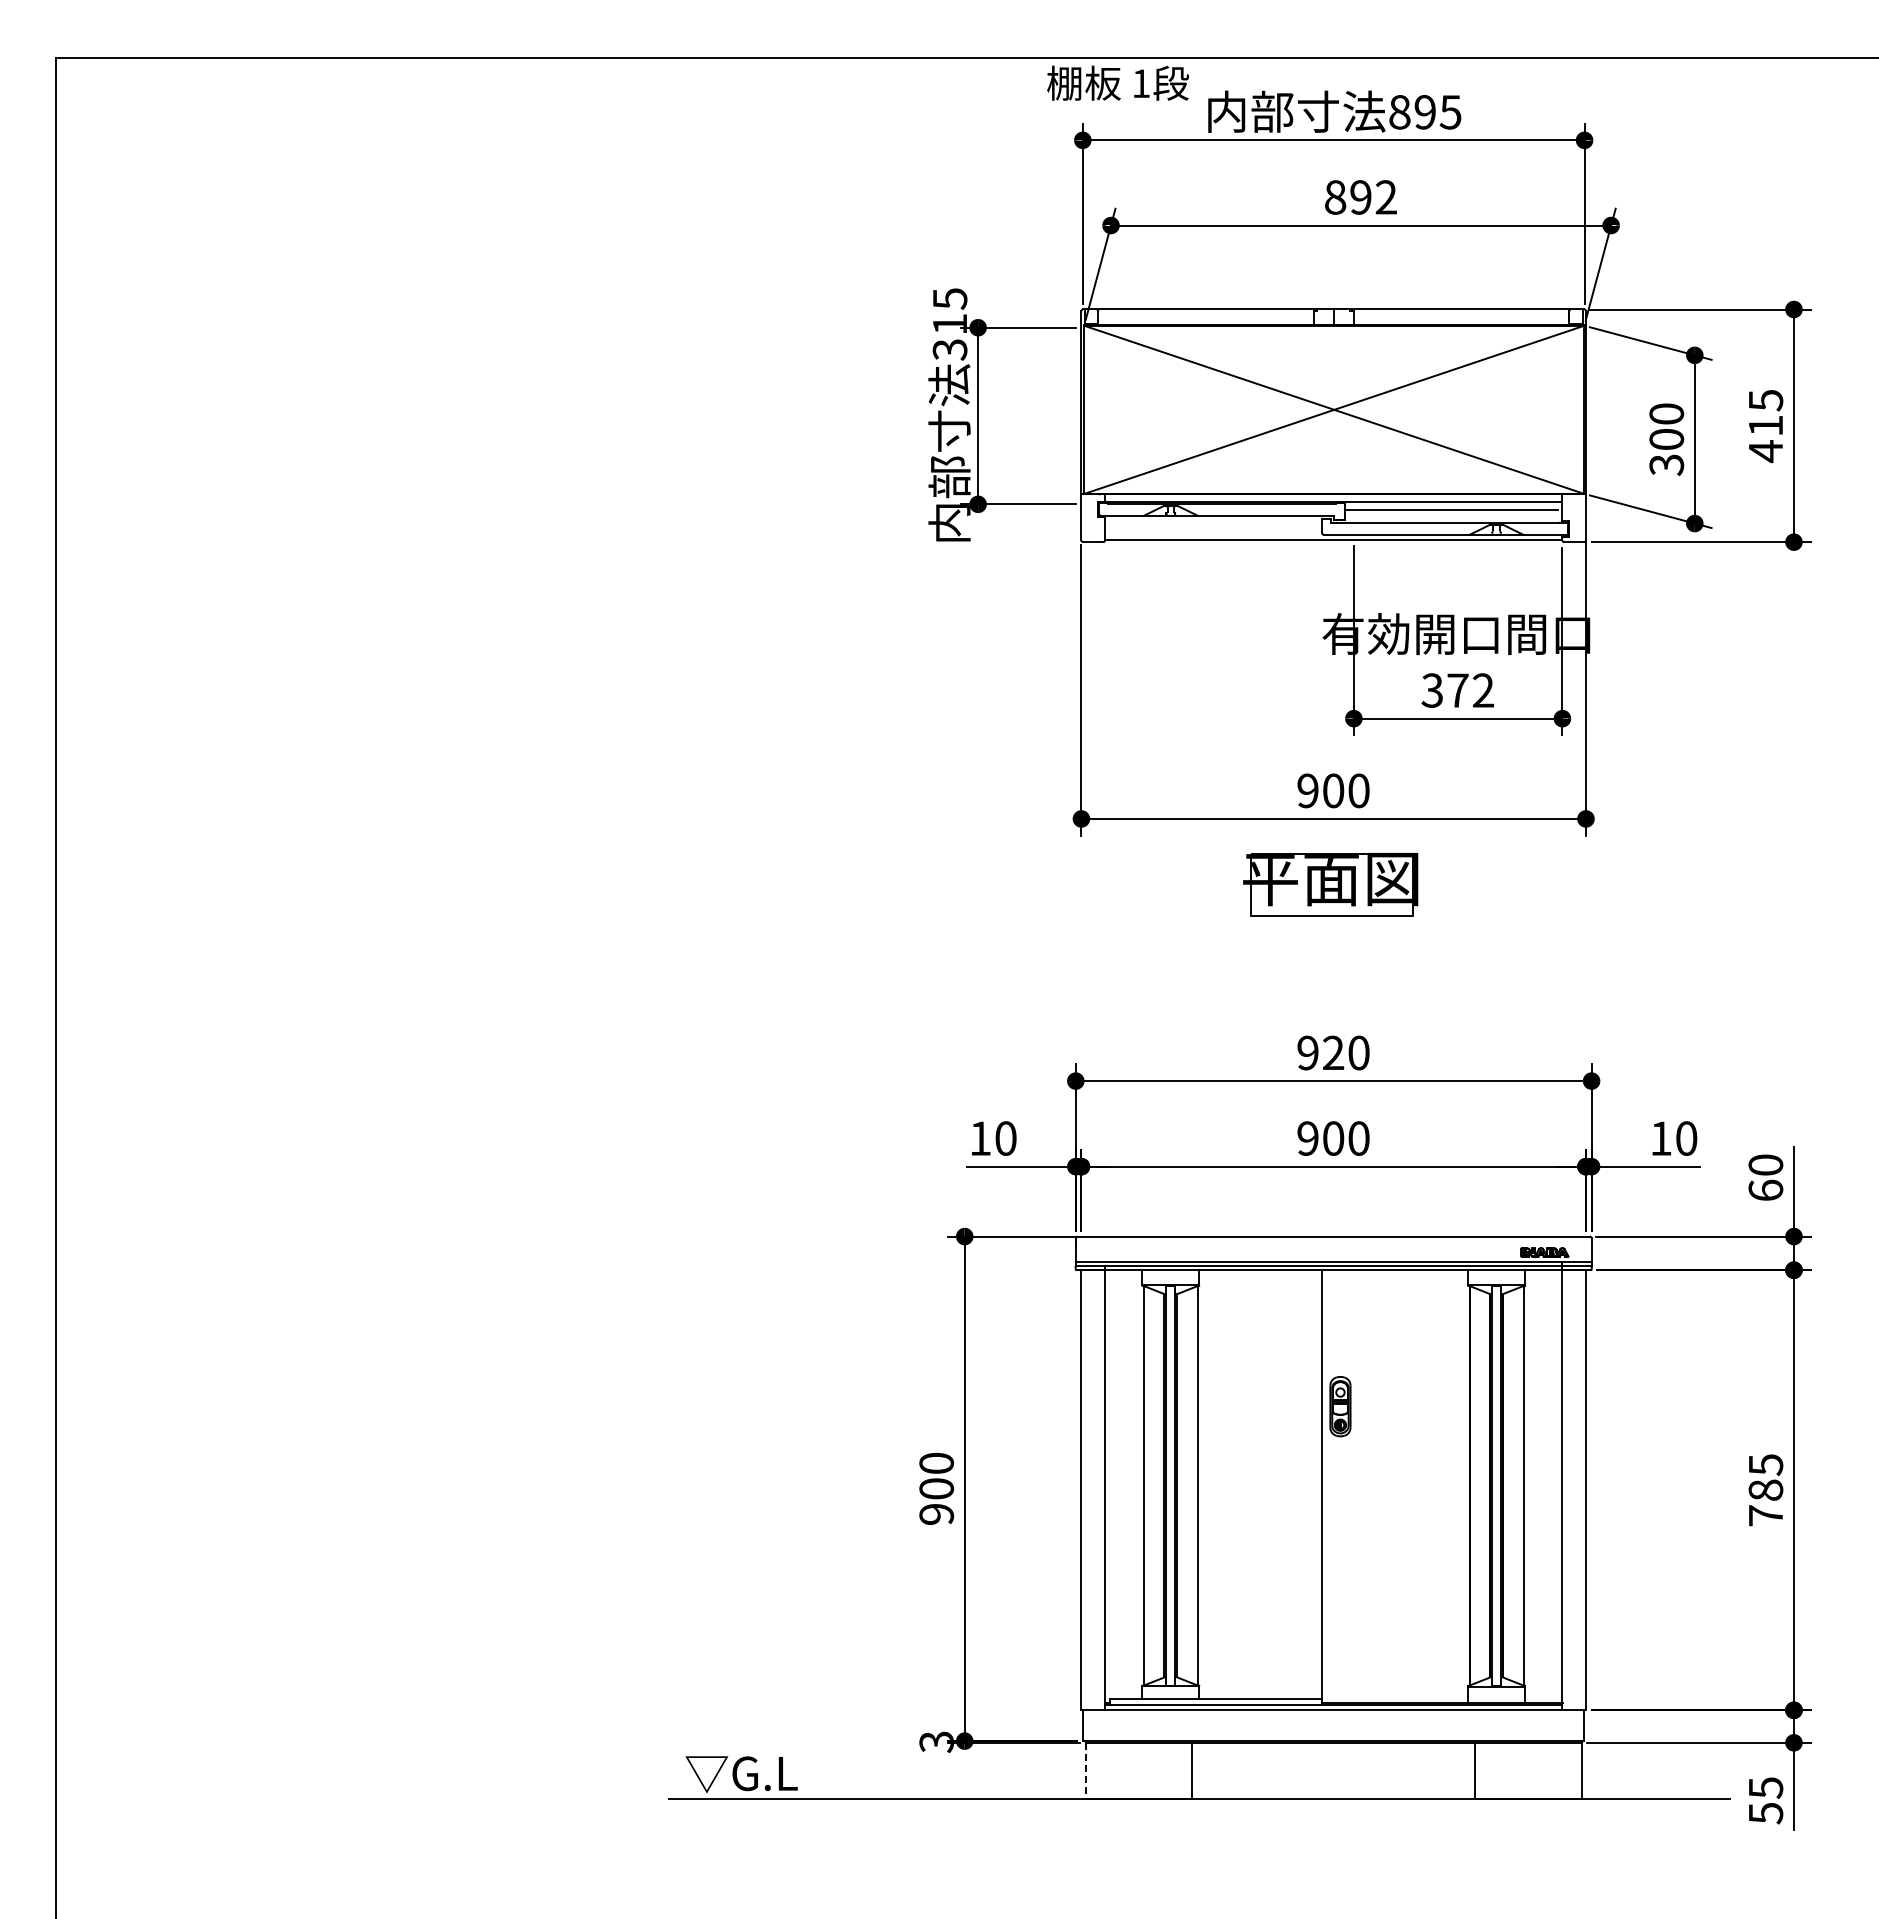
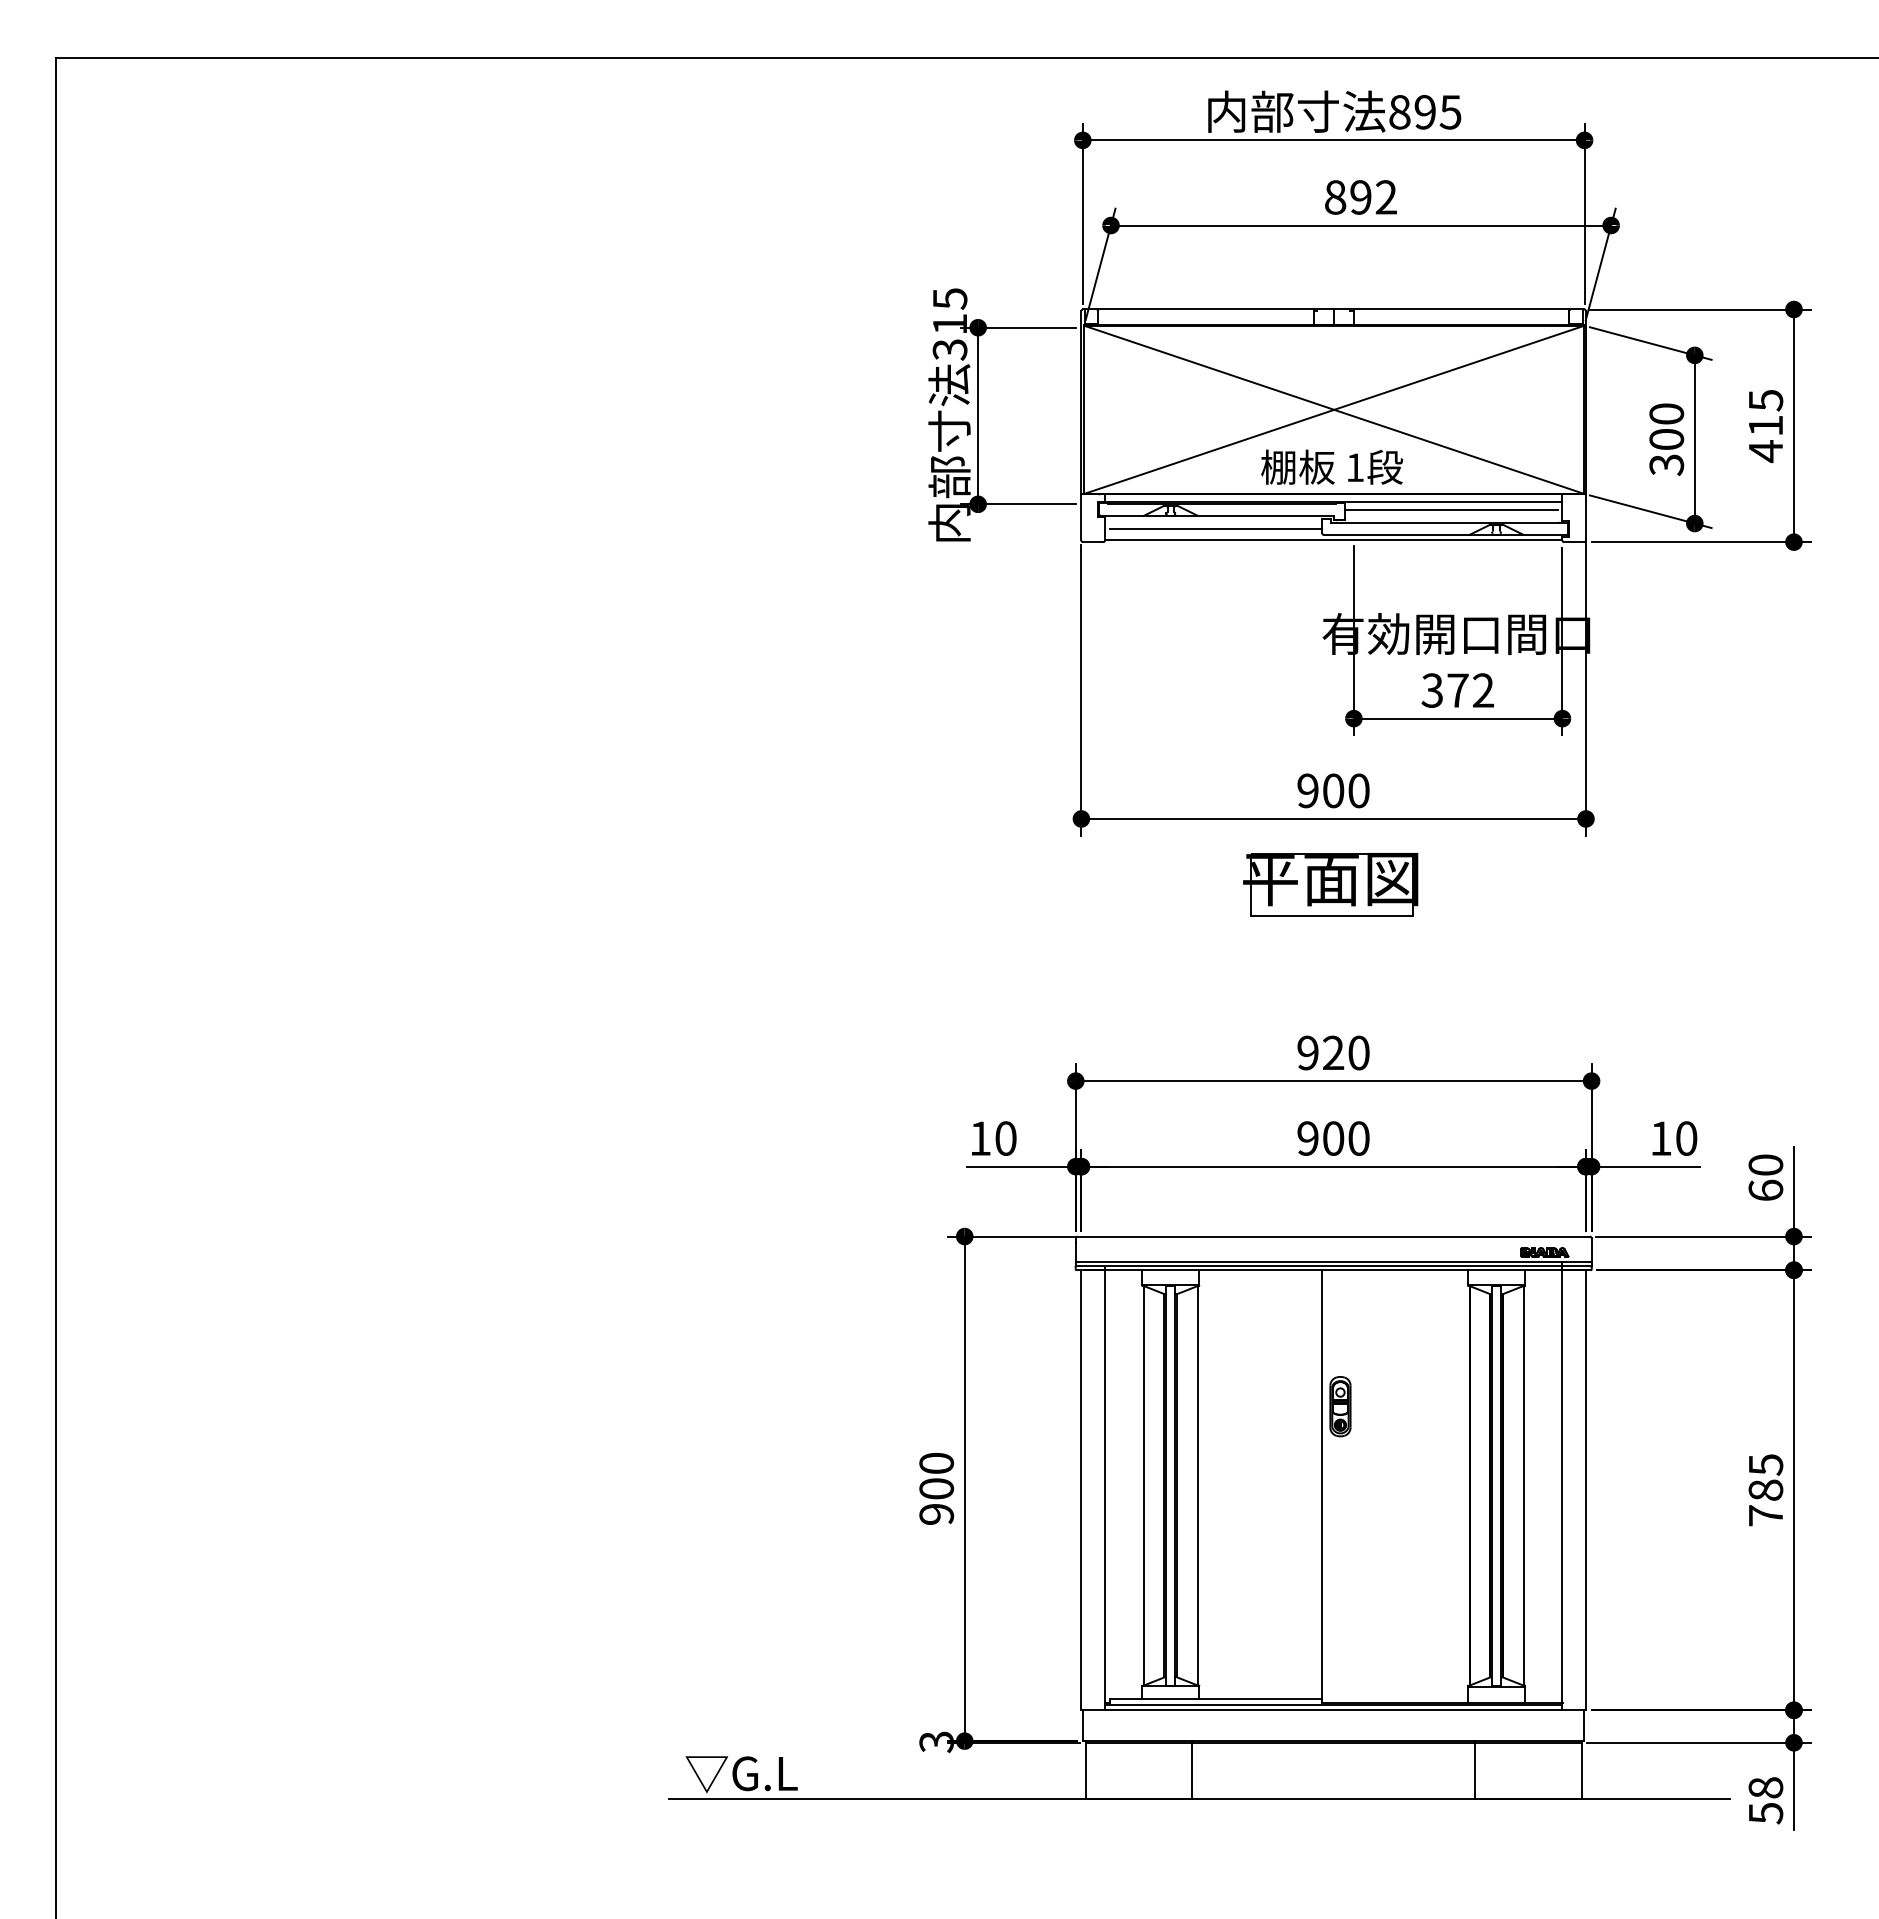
text at (1117, 82) position: (1117, 82) -> (1331, 466)
line at (1215, 528): none -> present
line at (1085, 1771): dashed -> solid
text at (1765, 1787): 55 -> 58
